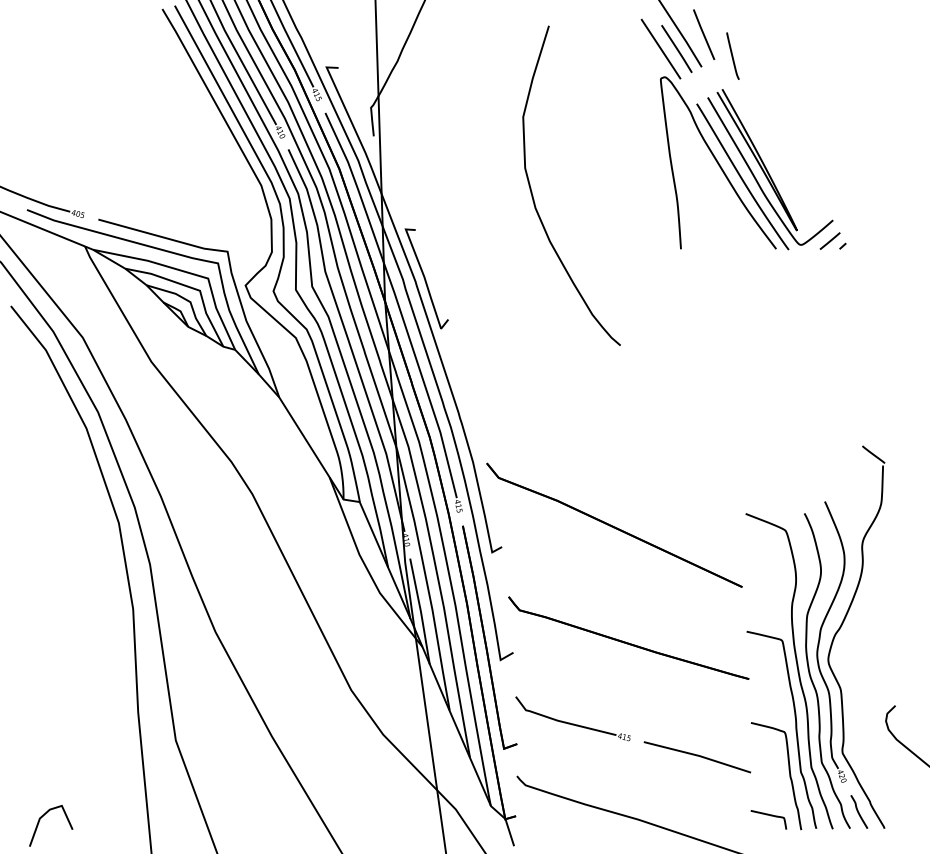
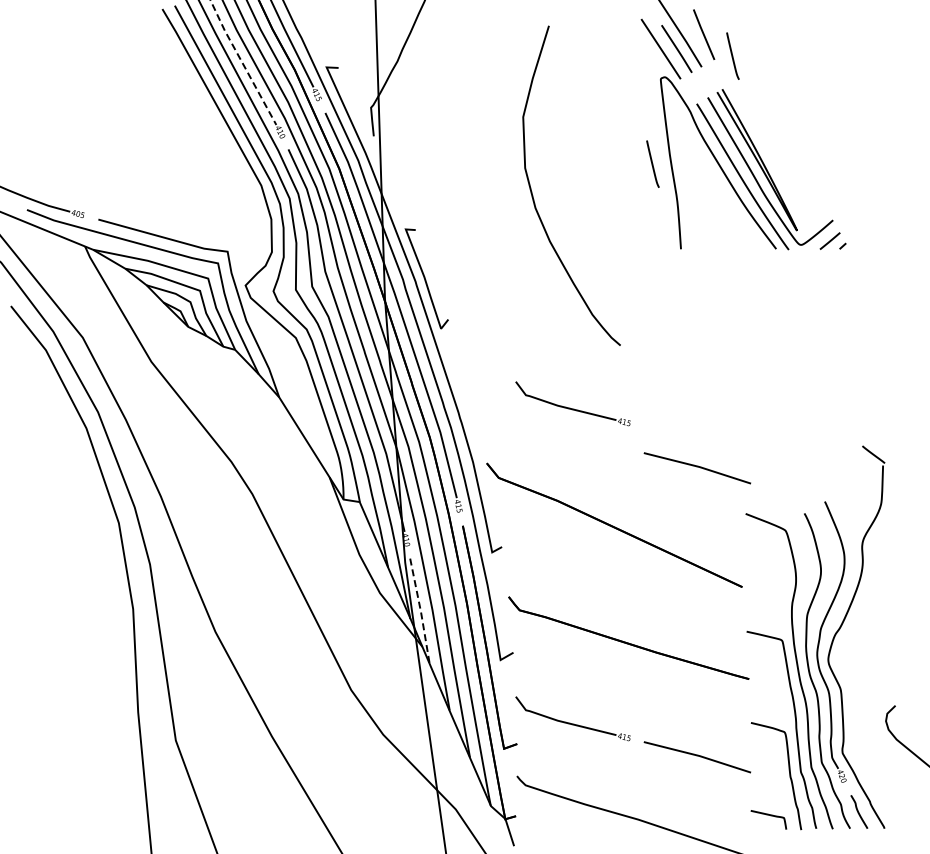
line at (242, 62): solid -> dashed
line at (652, 163): none -> present
part at (572, 403): none -> present
line at (696, 467): none -> present
line at (421, 612): solid -> dashed
line at (43, 816): present -> none
